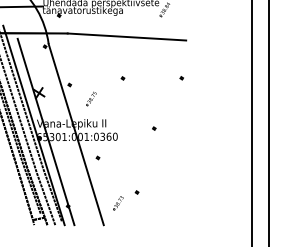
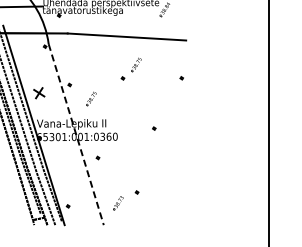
part at (136, 64): none -> present
line at (252, 122): present -> none
line at (45, 131): present -> none
line at (76, 134): solid -> dashed
